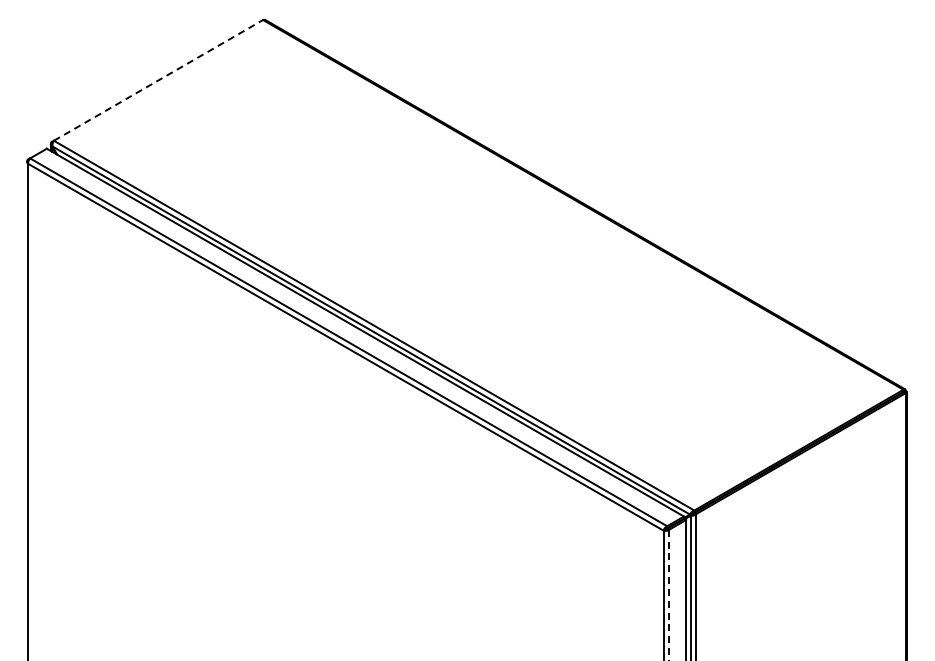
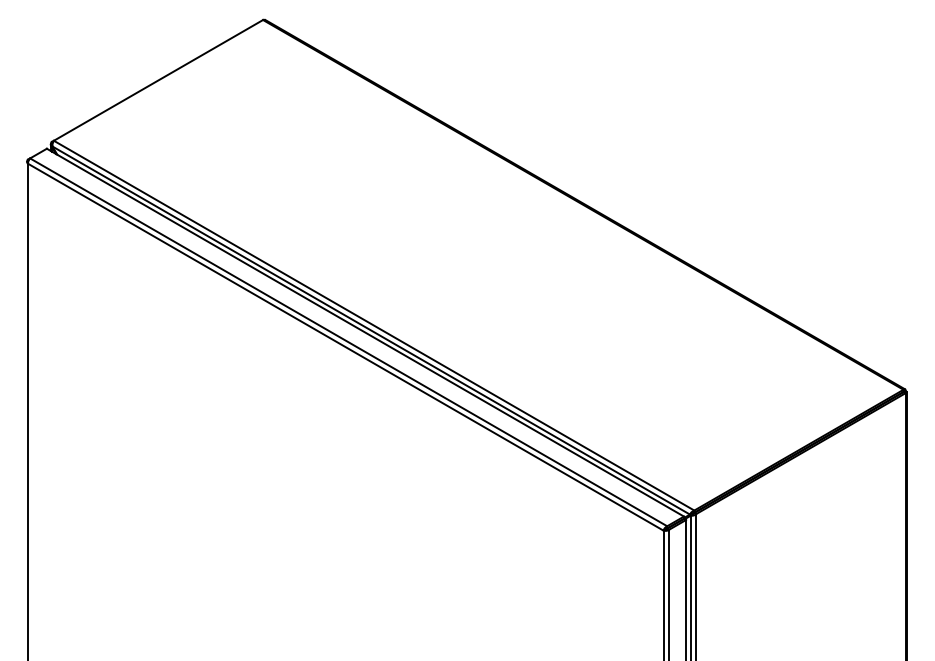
line at (158, 80): dashed -> solid
line at (669, 595): dashed -> solid
